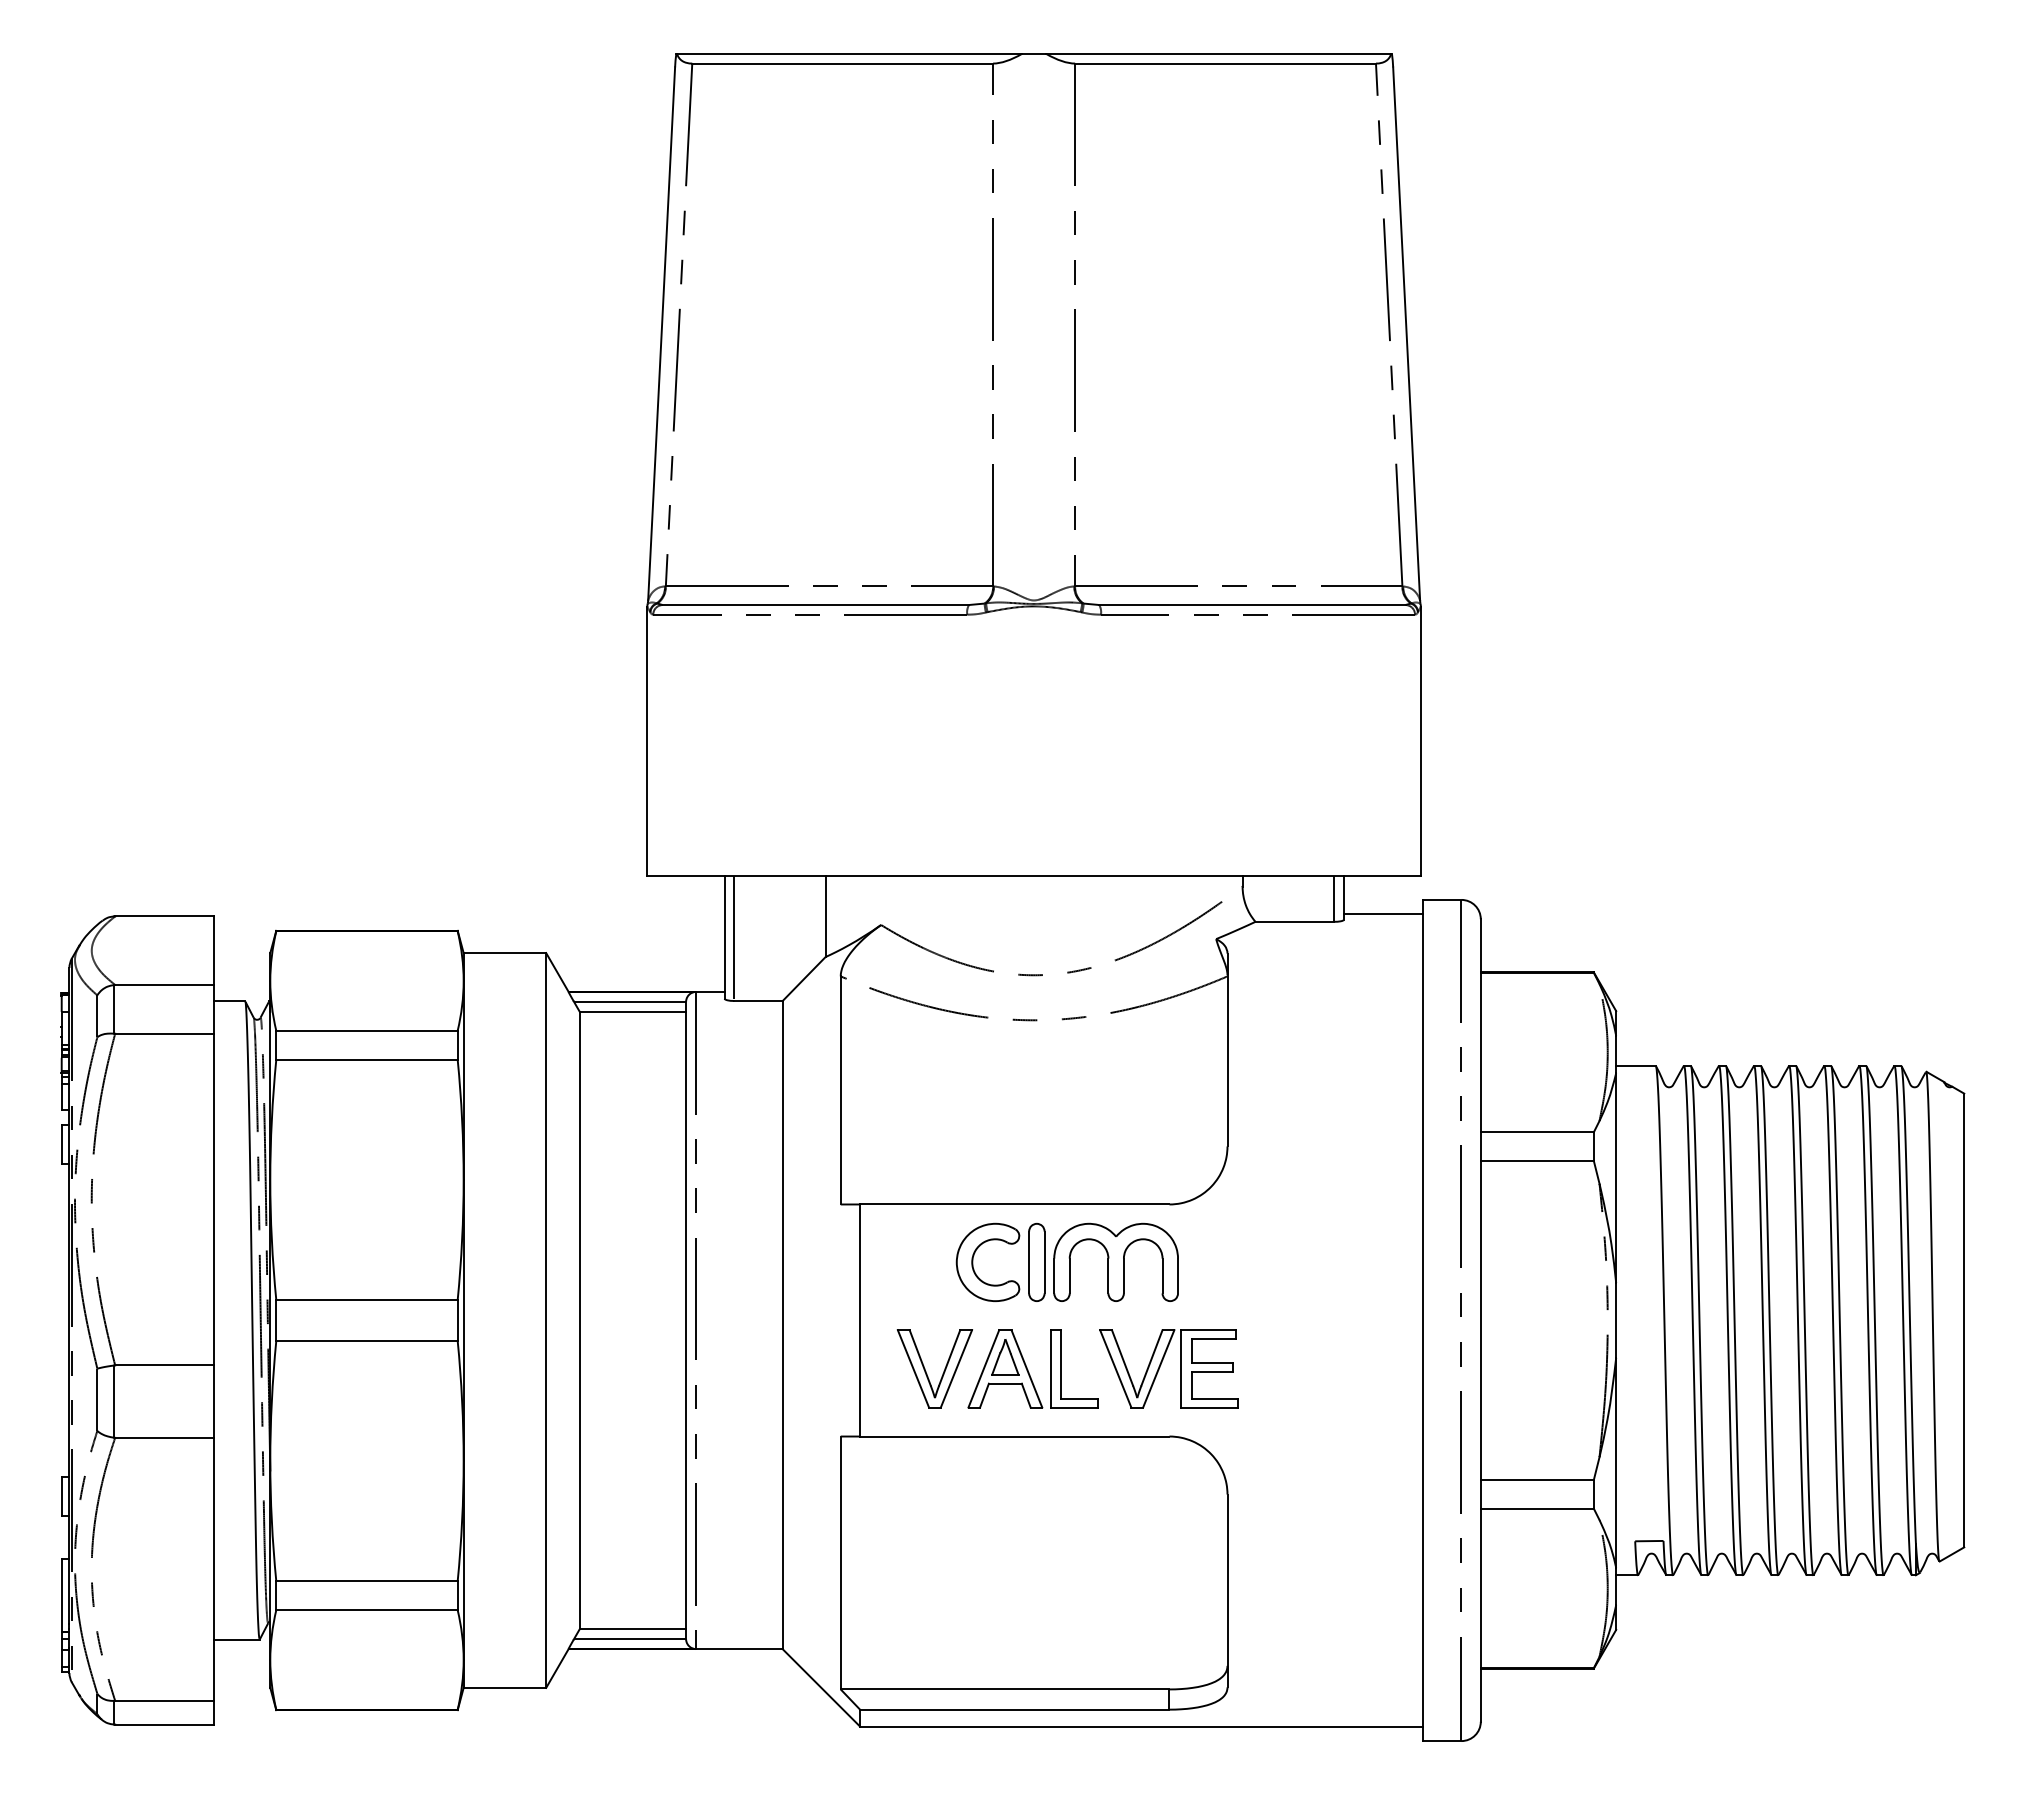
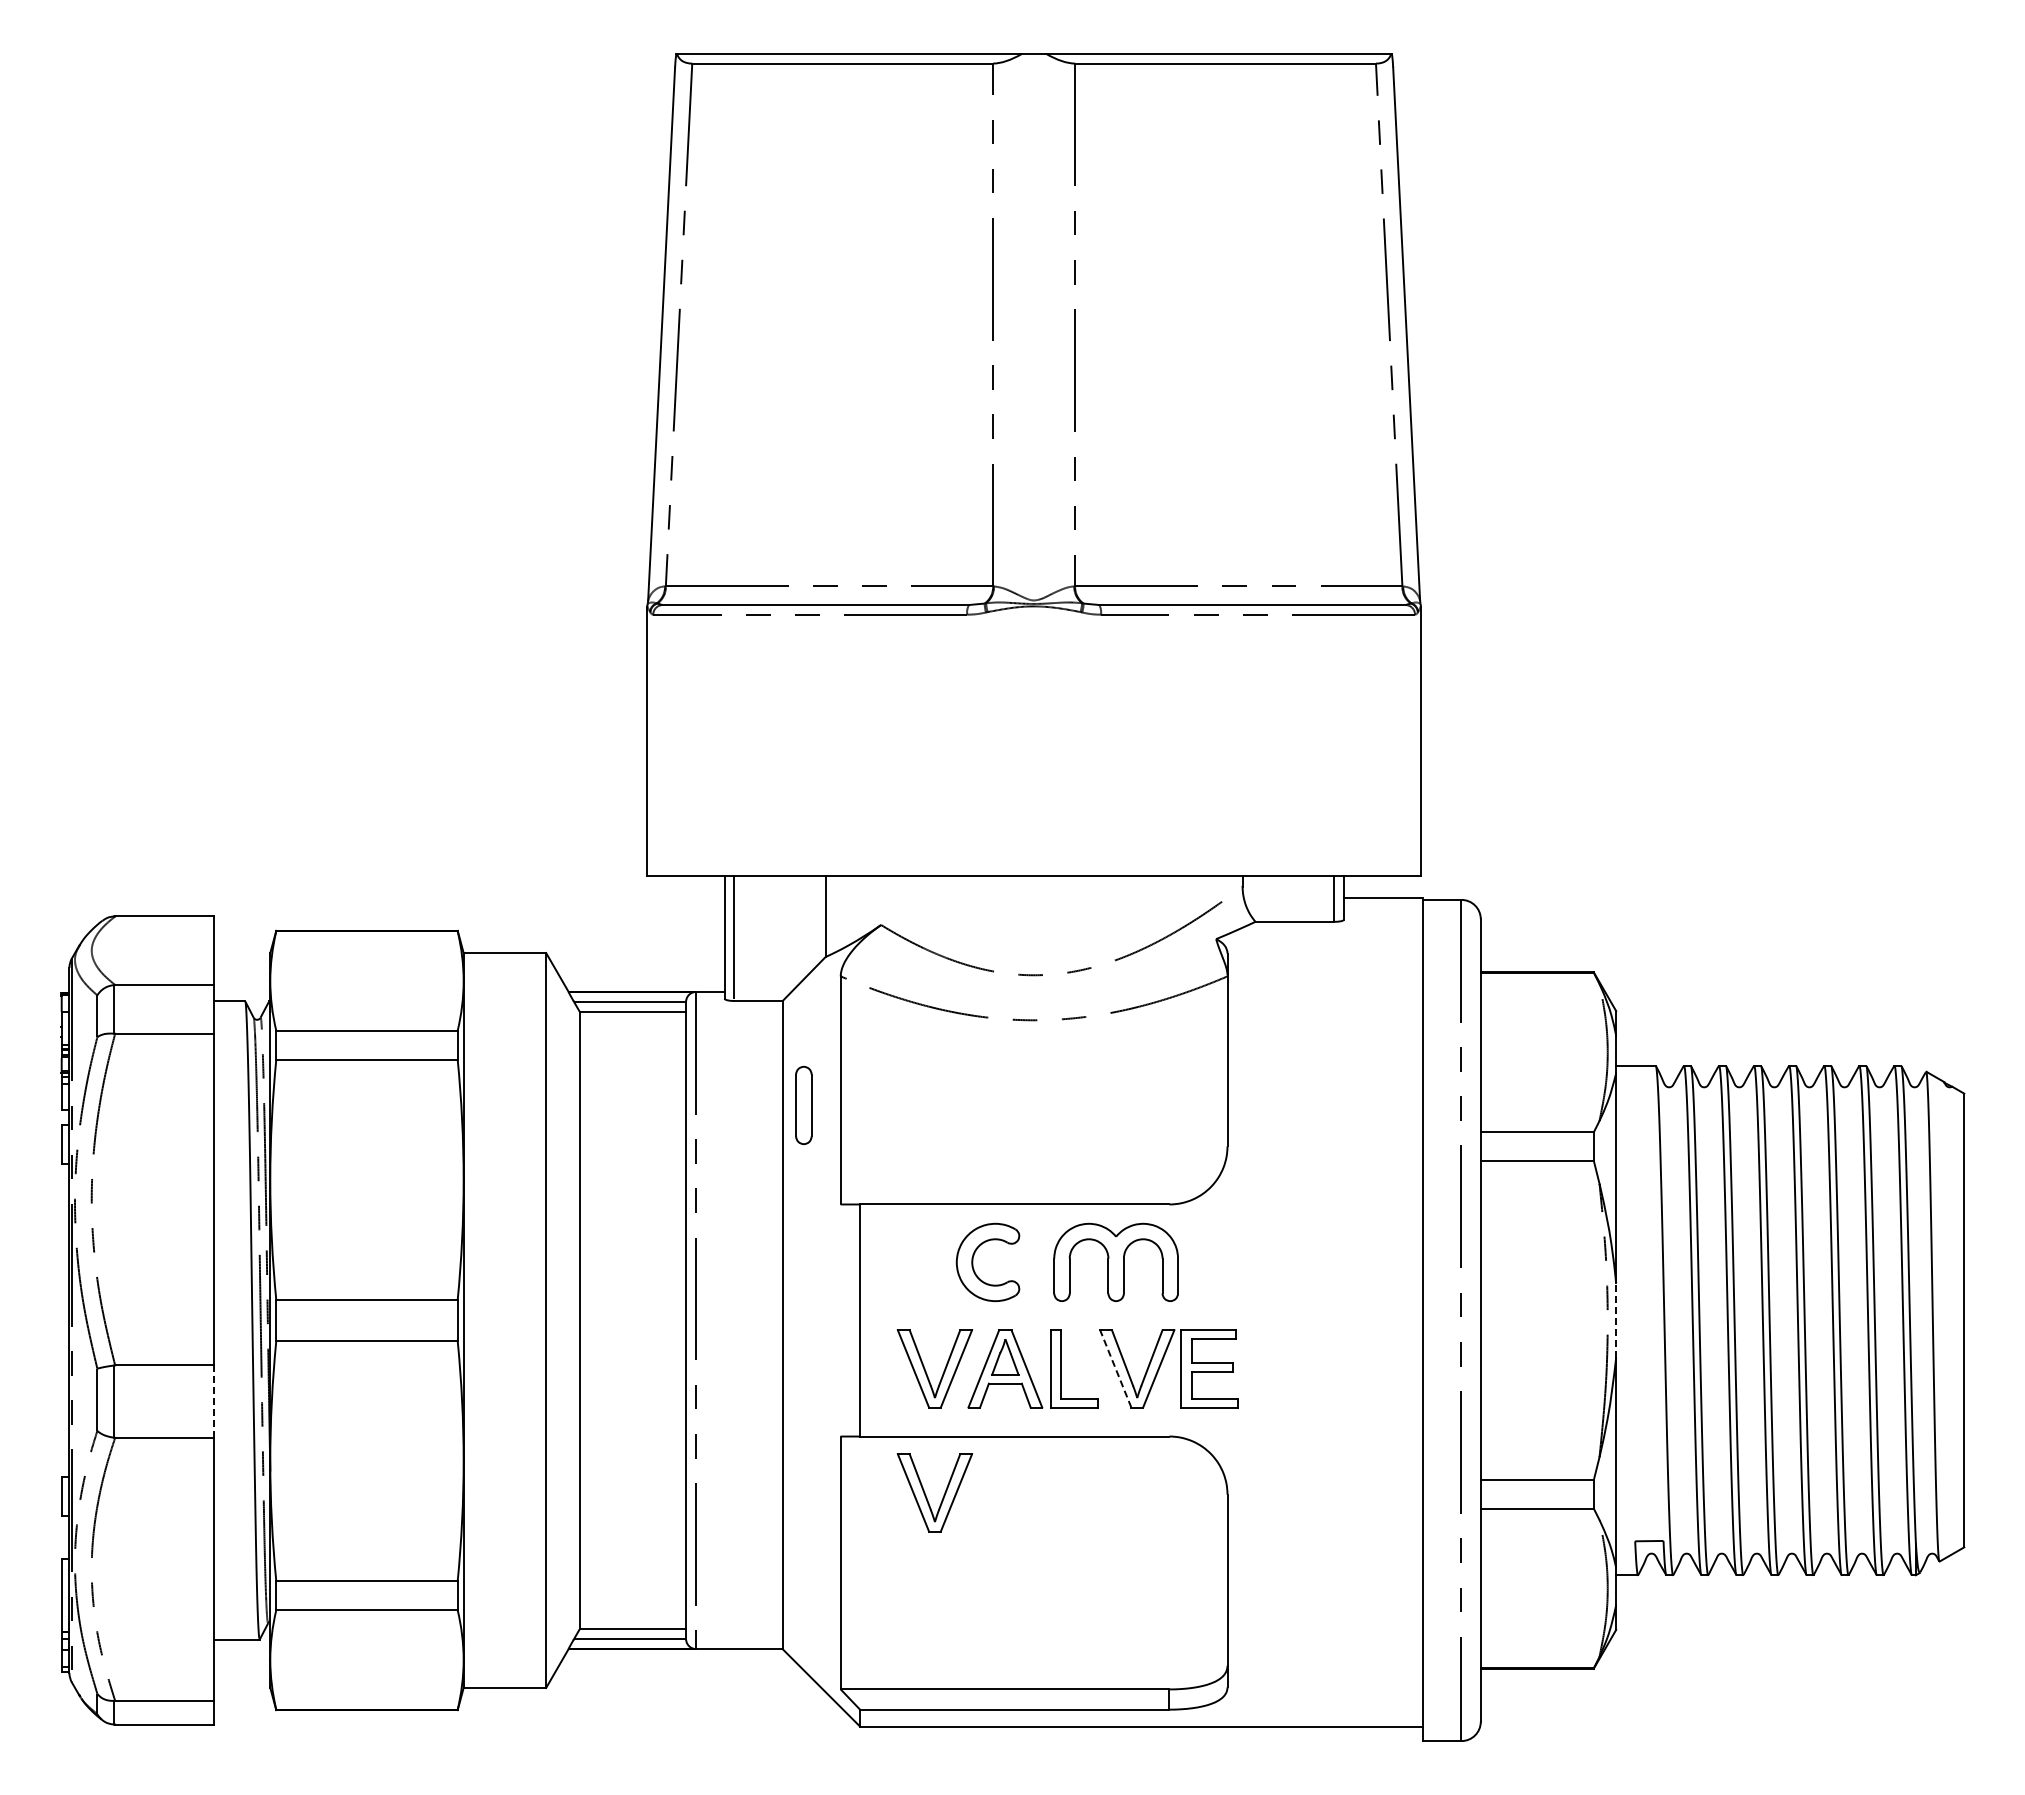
line at (1382, 914) position: (1382, 914) -> (1382, 898)
part at (1036, 1261) position: (1036, 1261) -> (803, 1104)
line at (1616, 1320): solid -> dashed
line at (1115, 1368): solid -> dashed
line at (214, 1402): solid -> dashed
part at (926, 1495): none -> present
